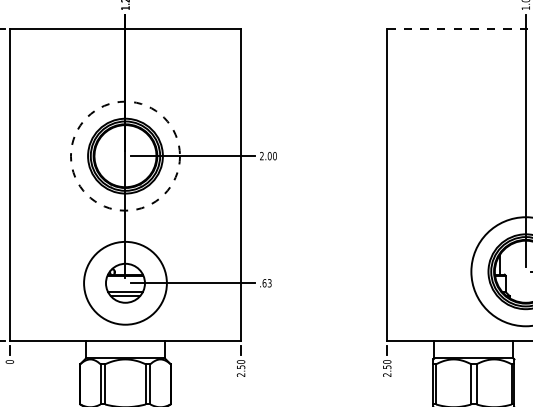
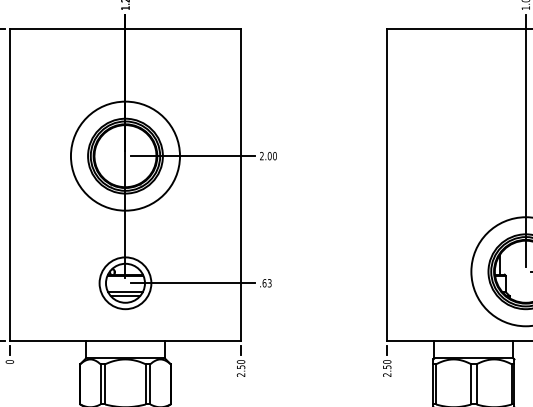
line at (459, 29): dashed -> solid
circle at (125, 155): dashed -> solid
circle at (125, 282) diameter: 83 px -> 52 px
